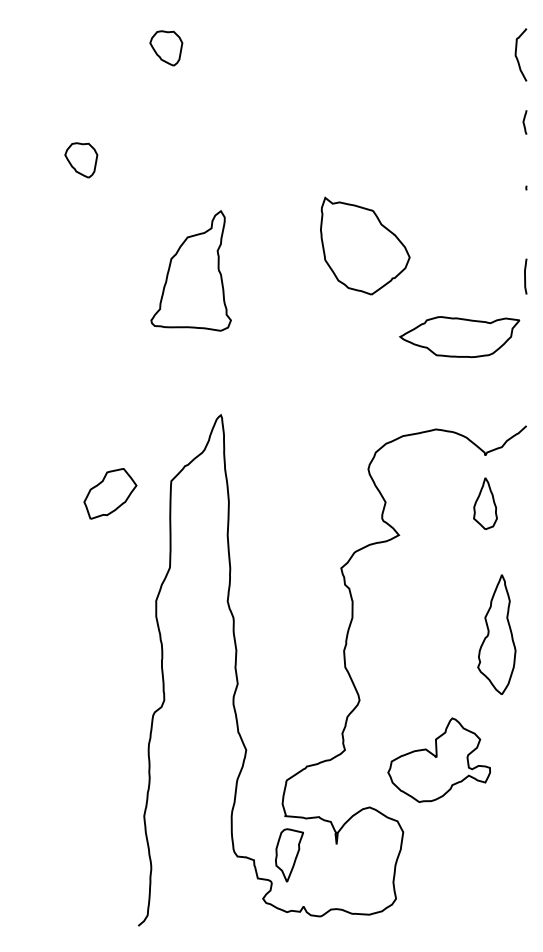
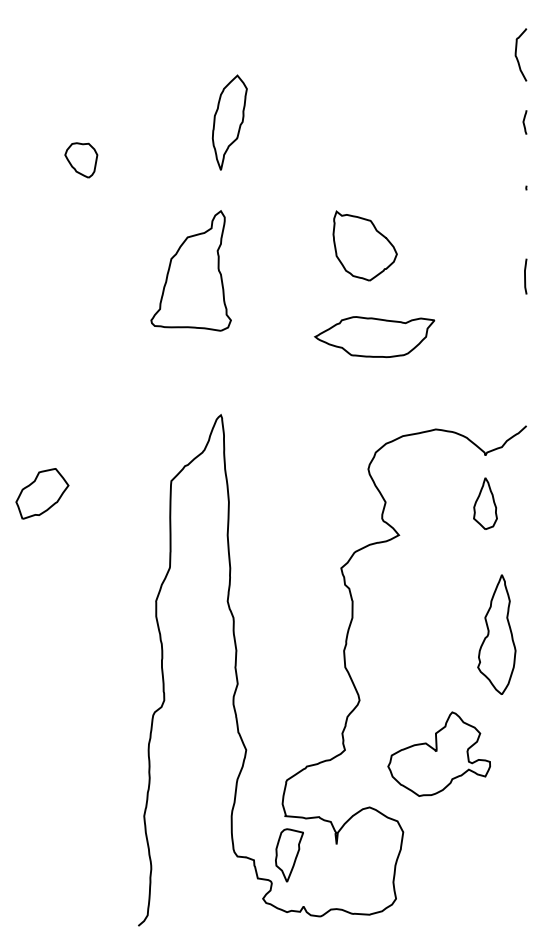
part at (166, 48): present -> none
part at (229, 122): none -> present
part at (365, 245) size: 91x100 px -> 66x72 px
part at (459, 337) position: (459, 337) -> (374, 337)
part at (110, 493) position: (110, 493) -> (42, 493)
part at (438, 759) position: (438, 759) -> (438, 753)
